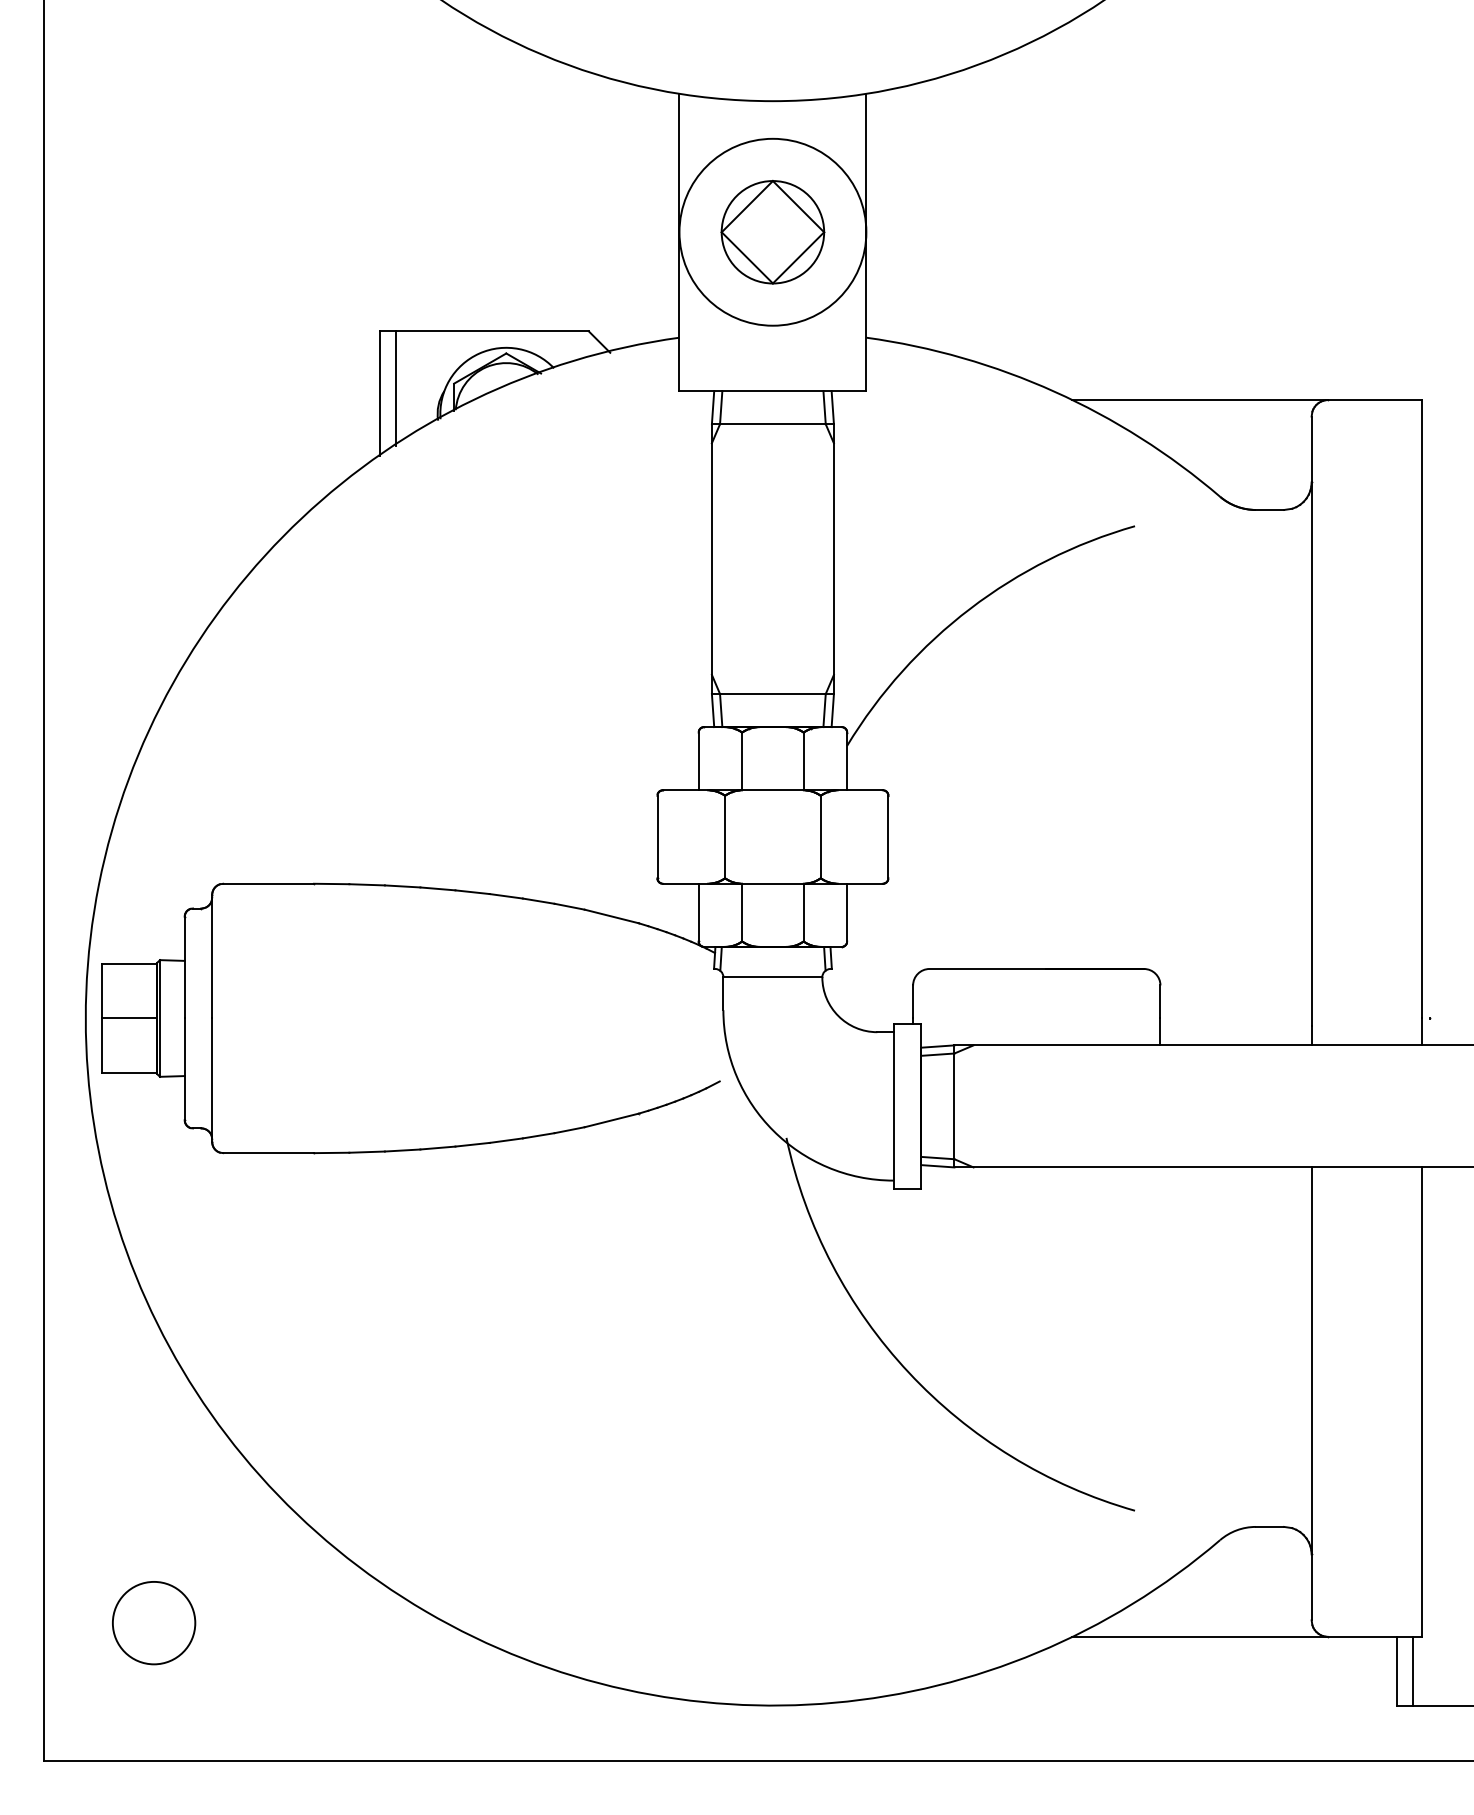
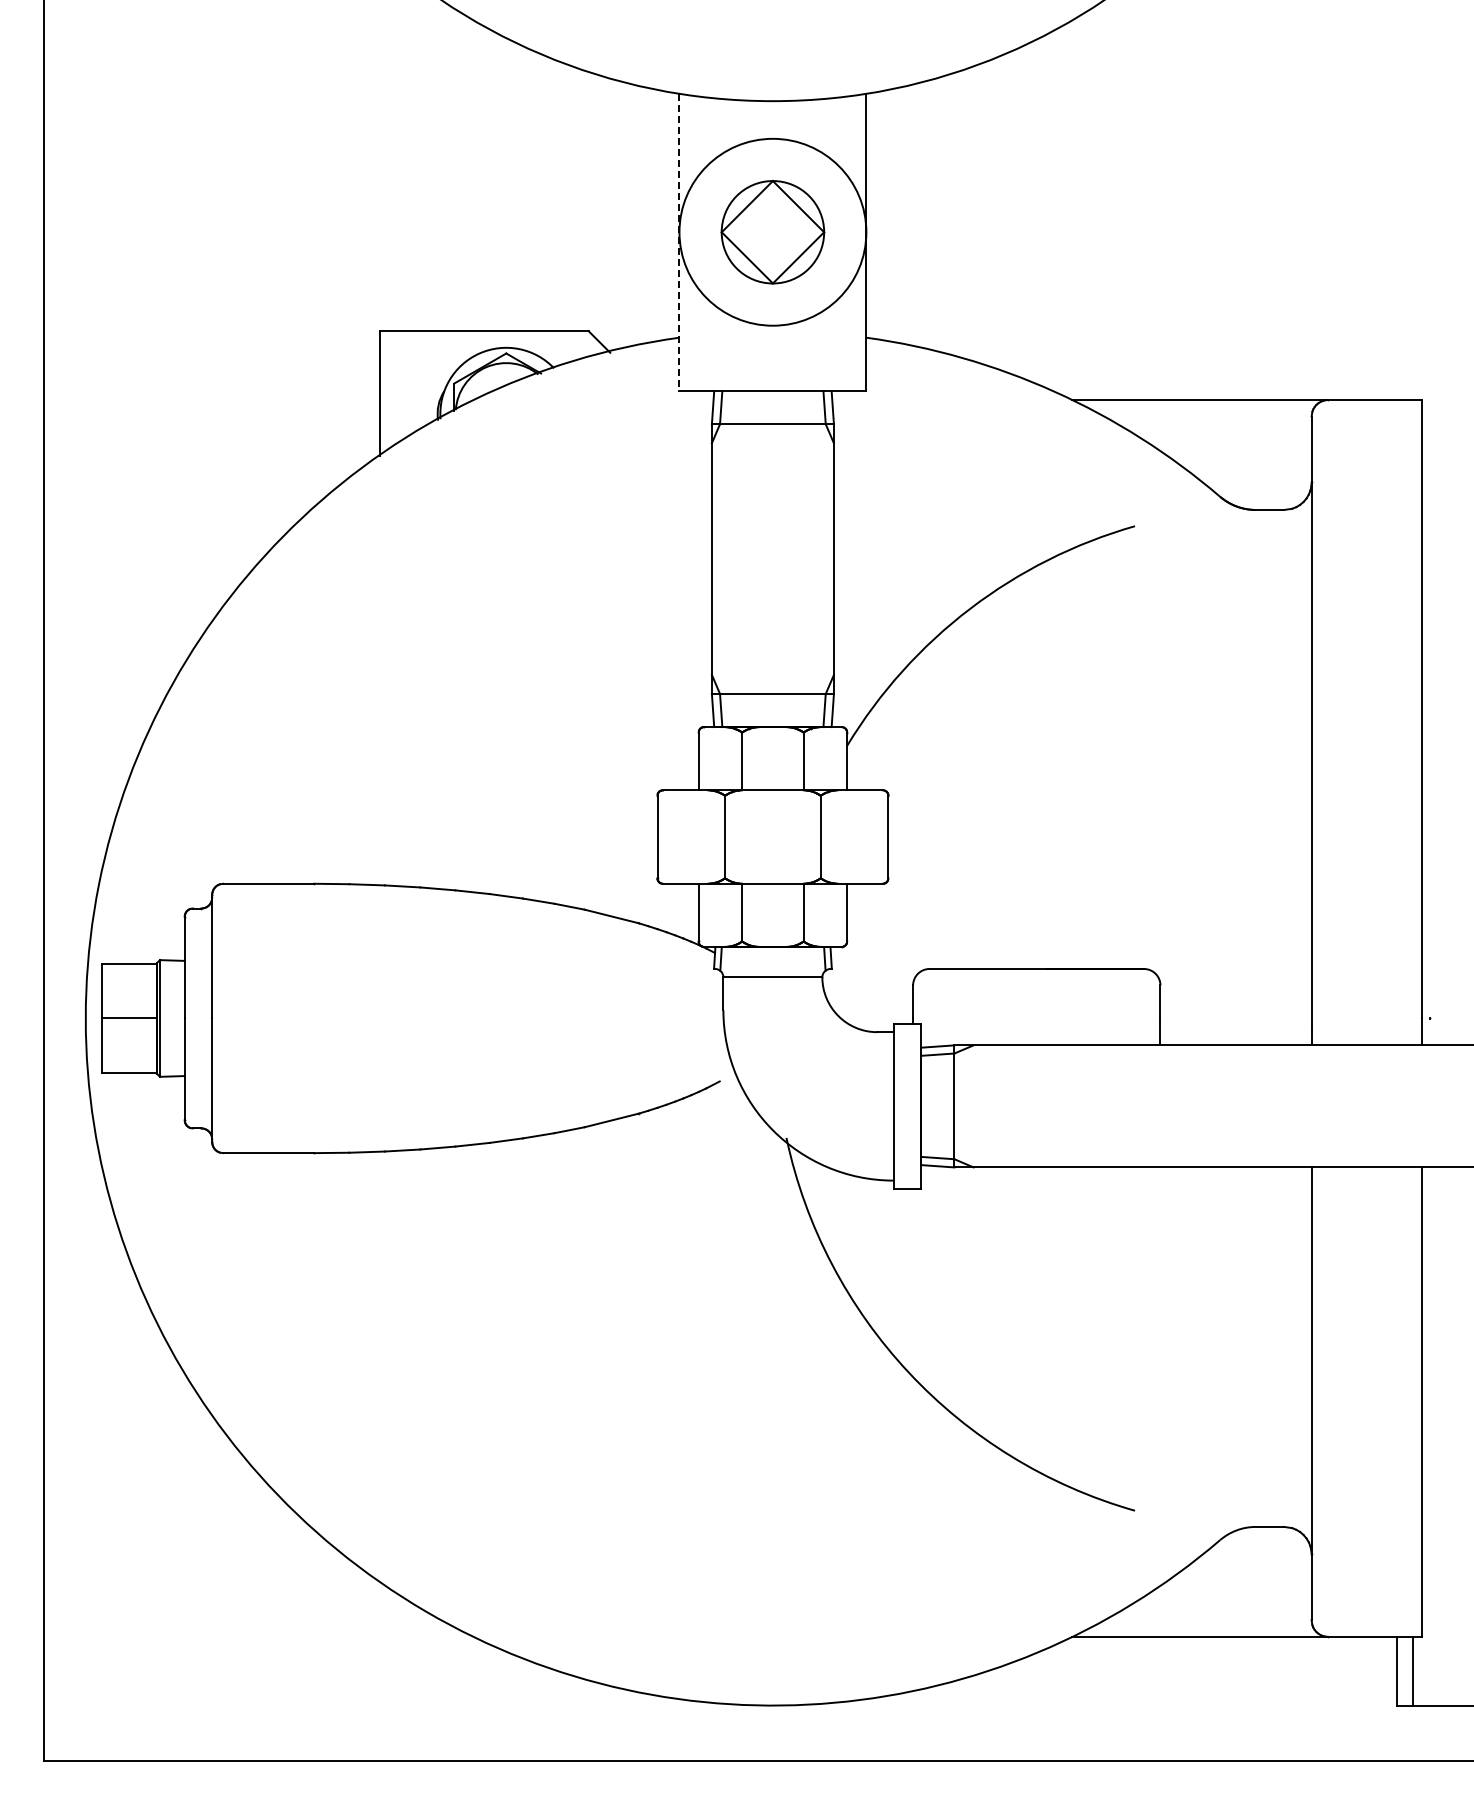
line at (679, 242): solid -> dashed
line at (396, 388): present -> none
circle at (154, 1623): present -> none
